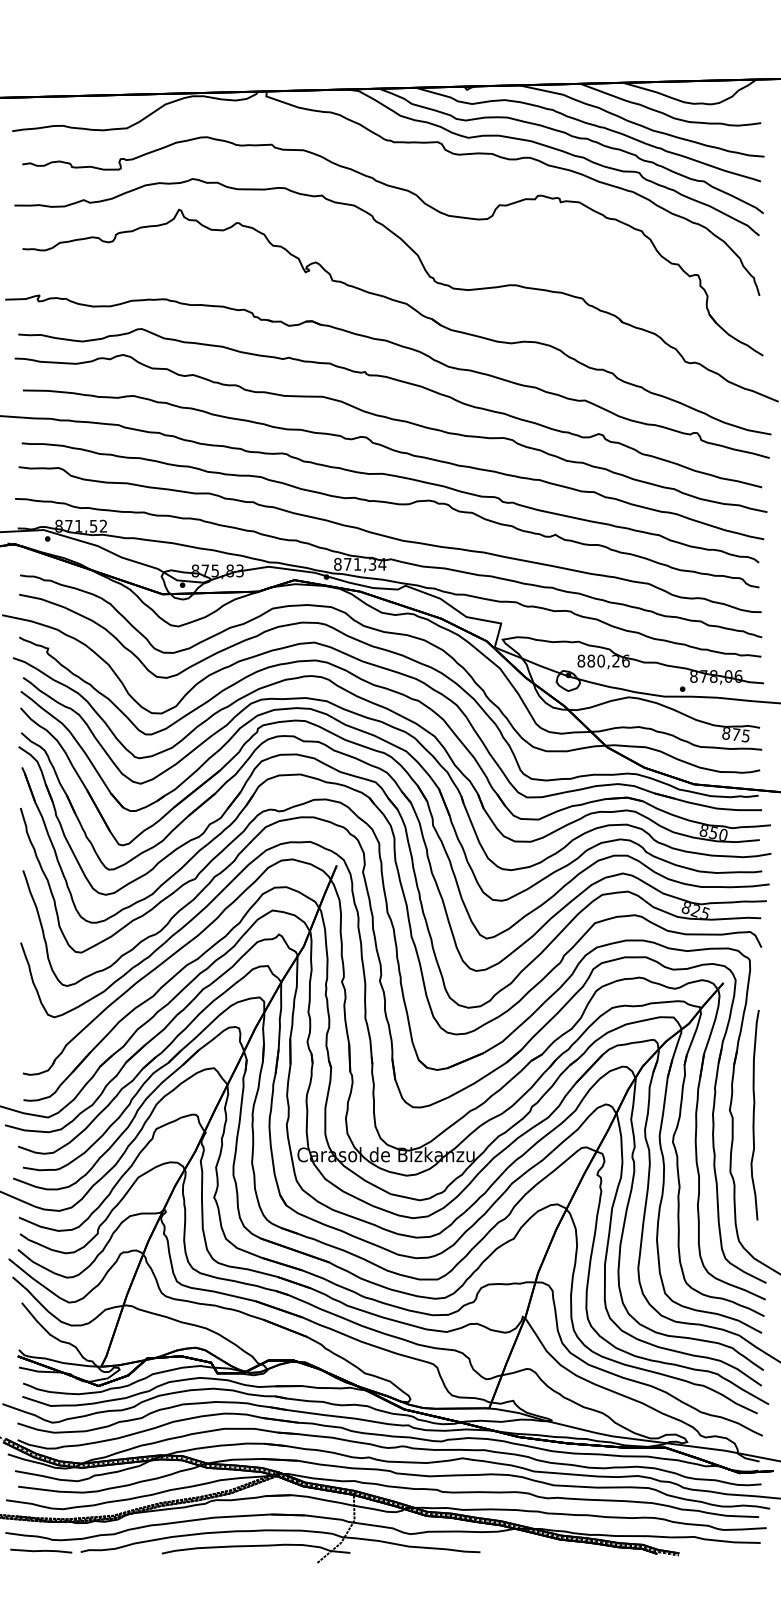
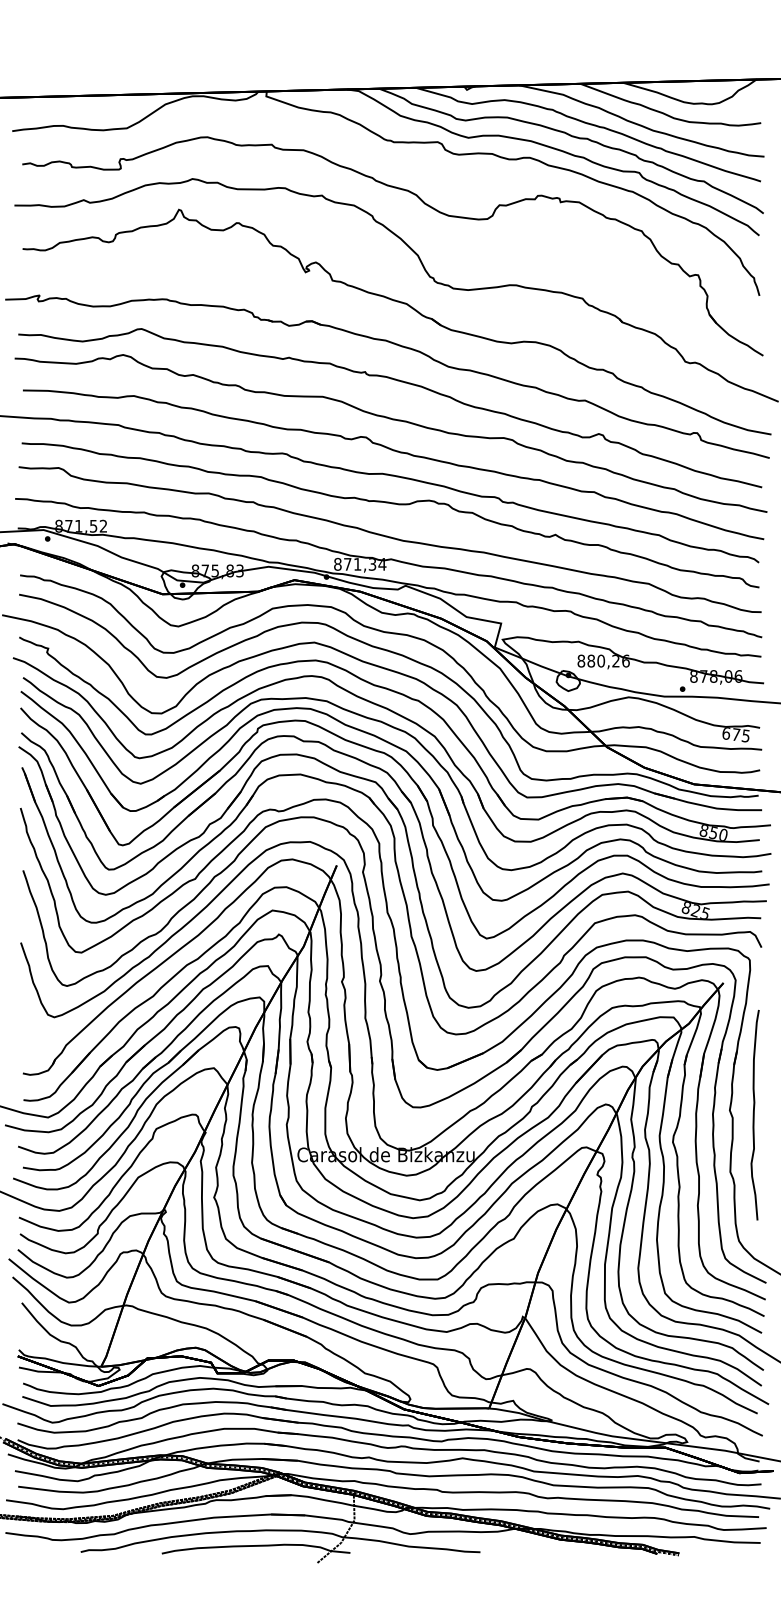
text at (726, 733): 875 -> 675
line at (41, 1550): present -> none
